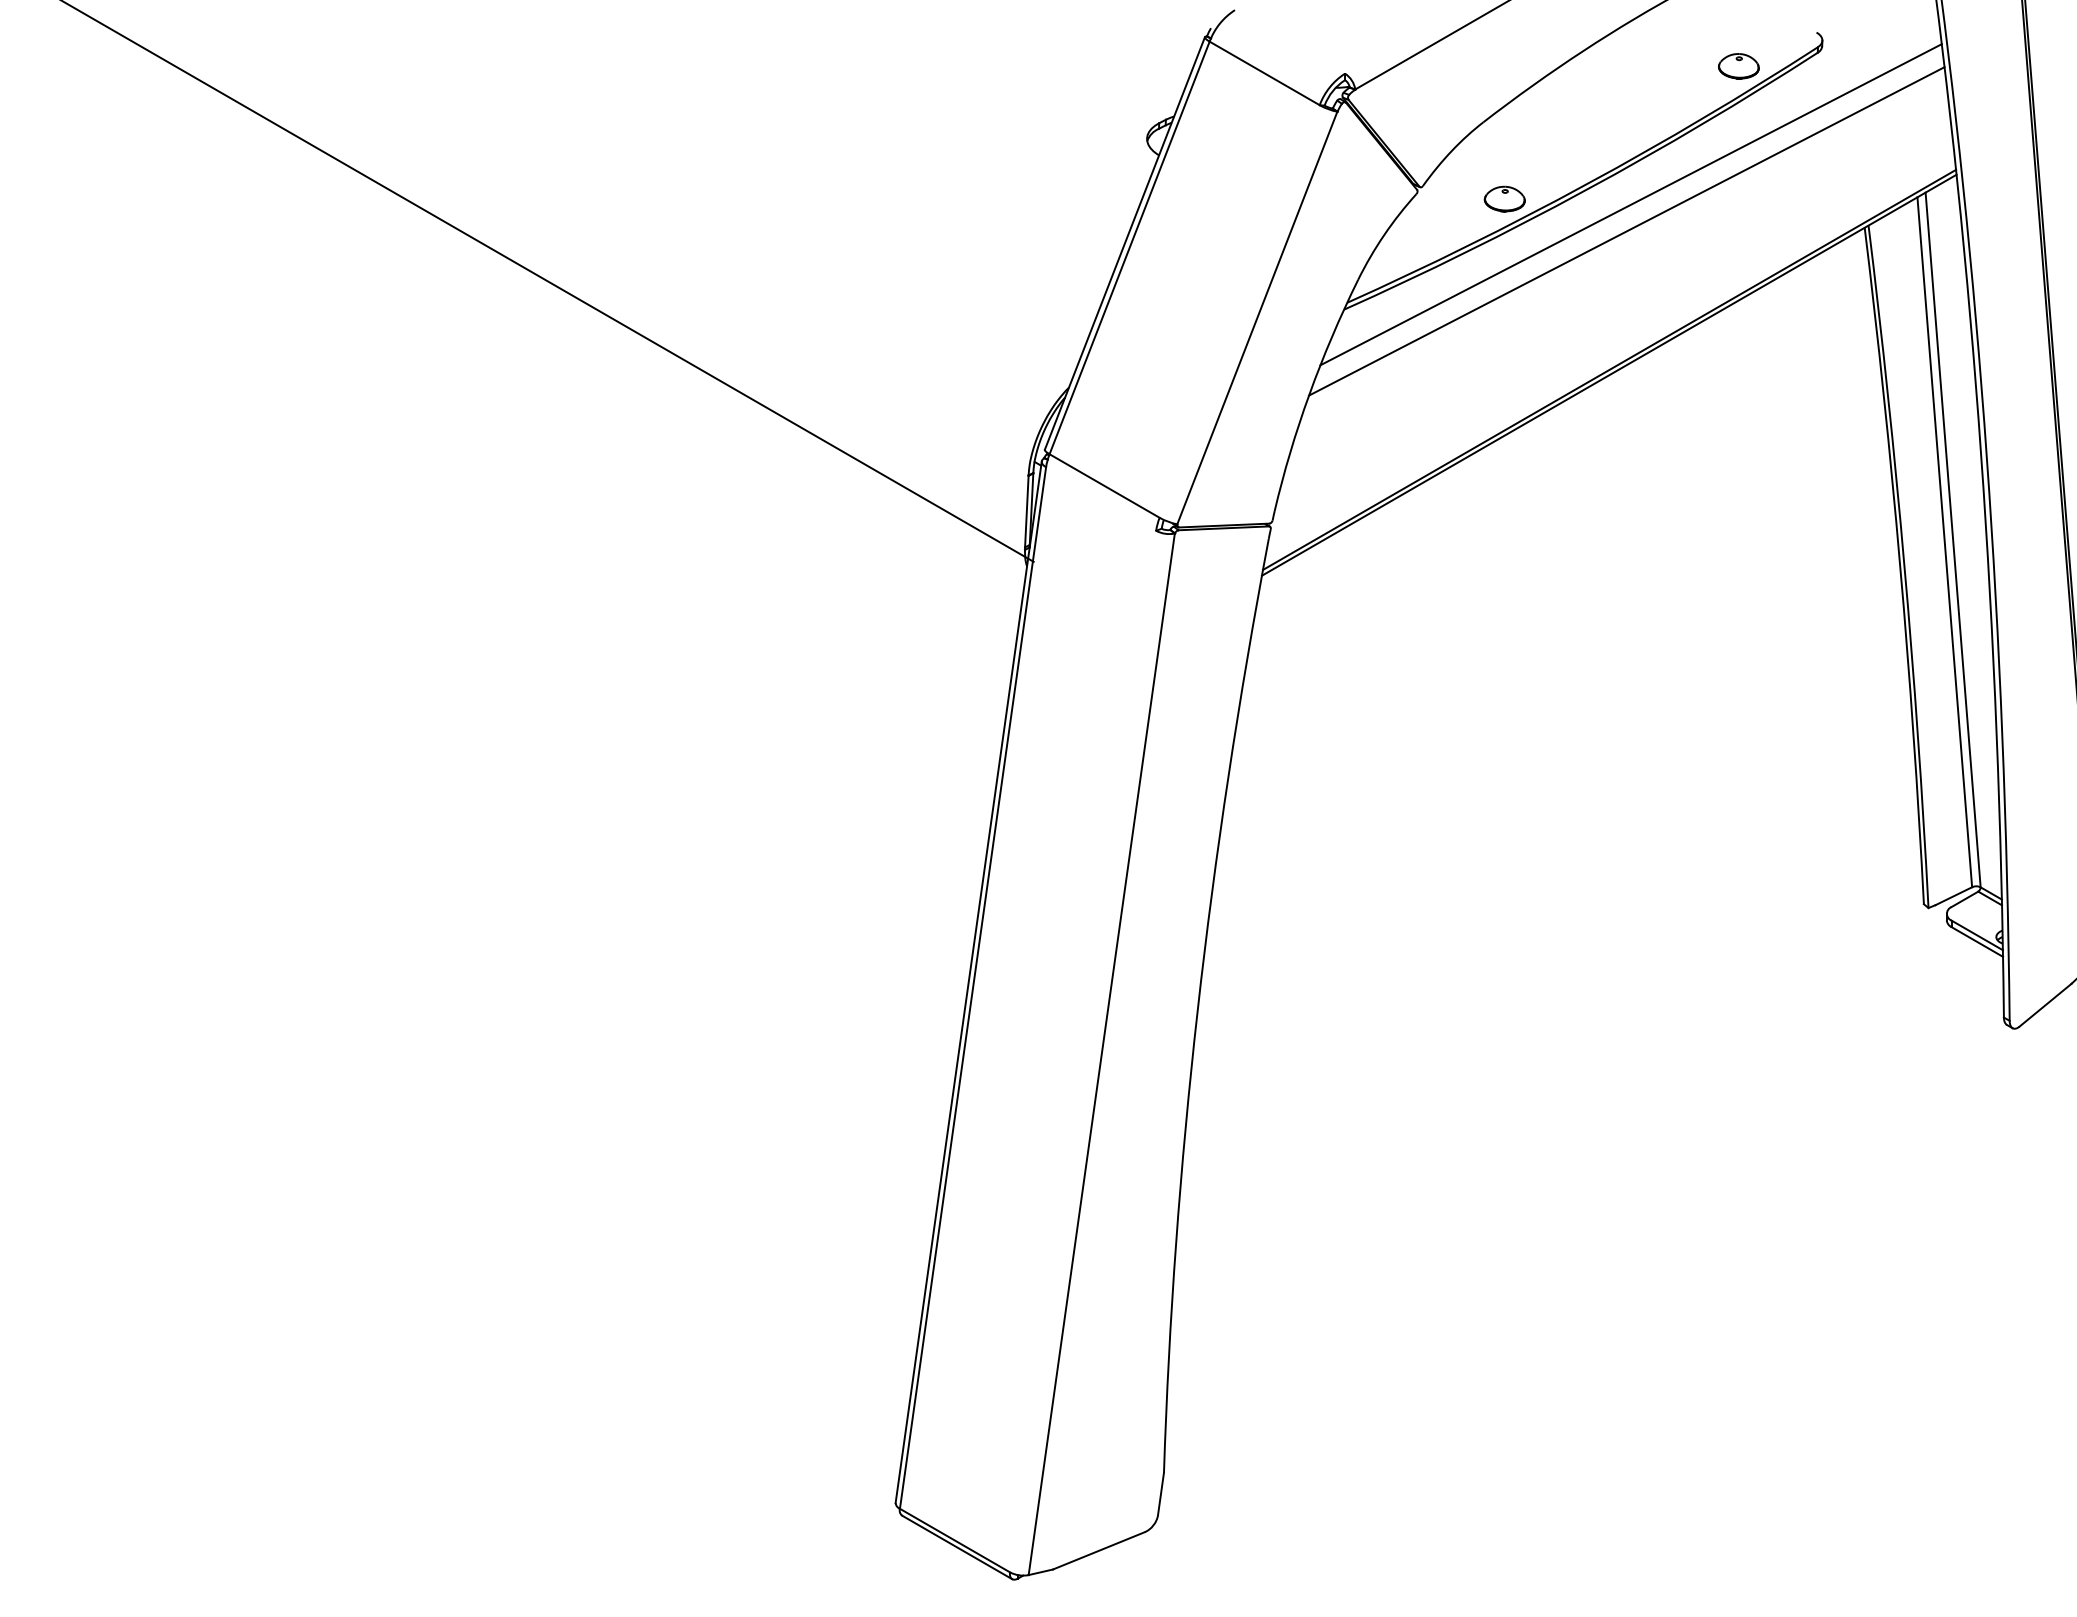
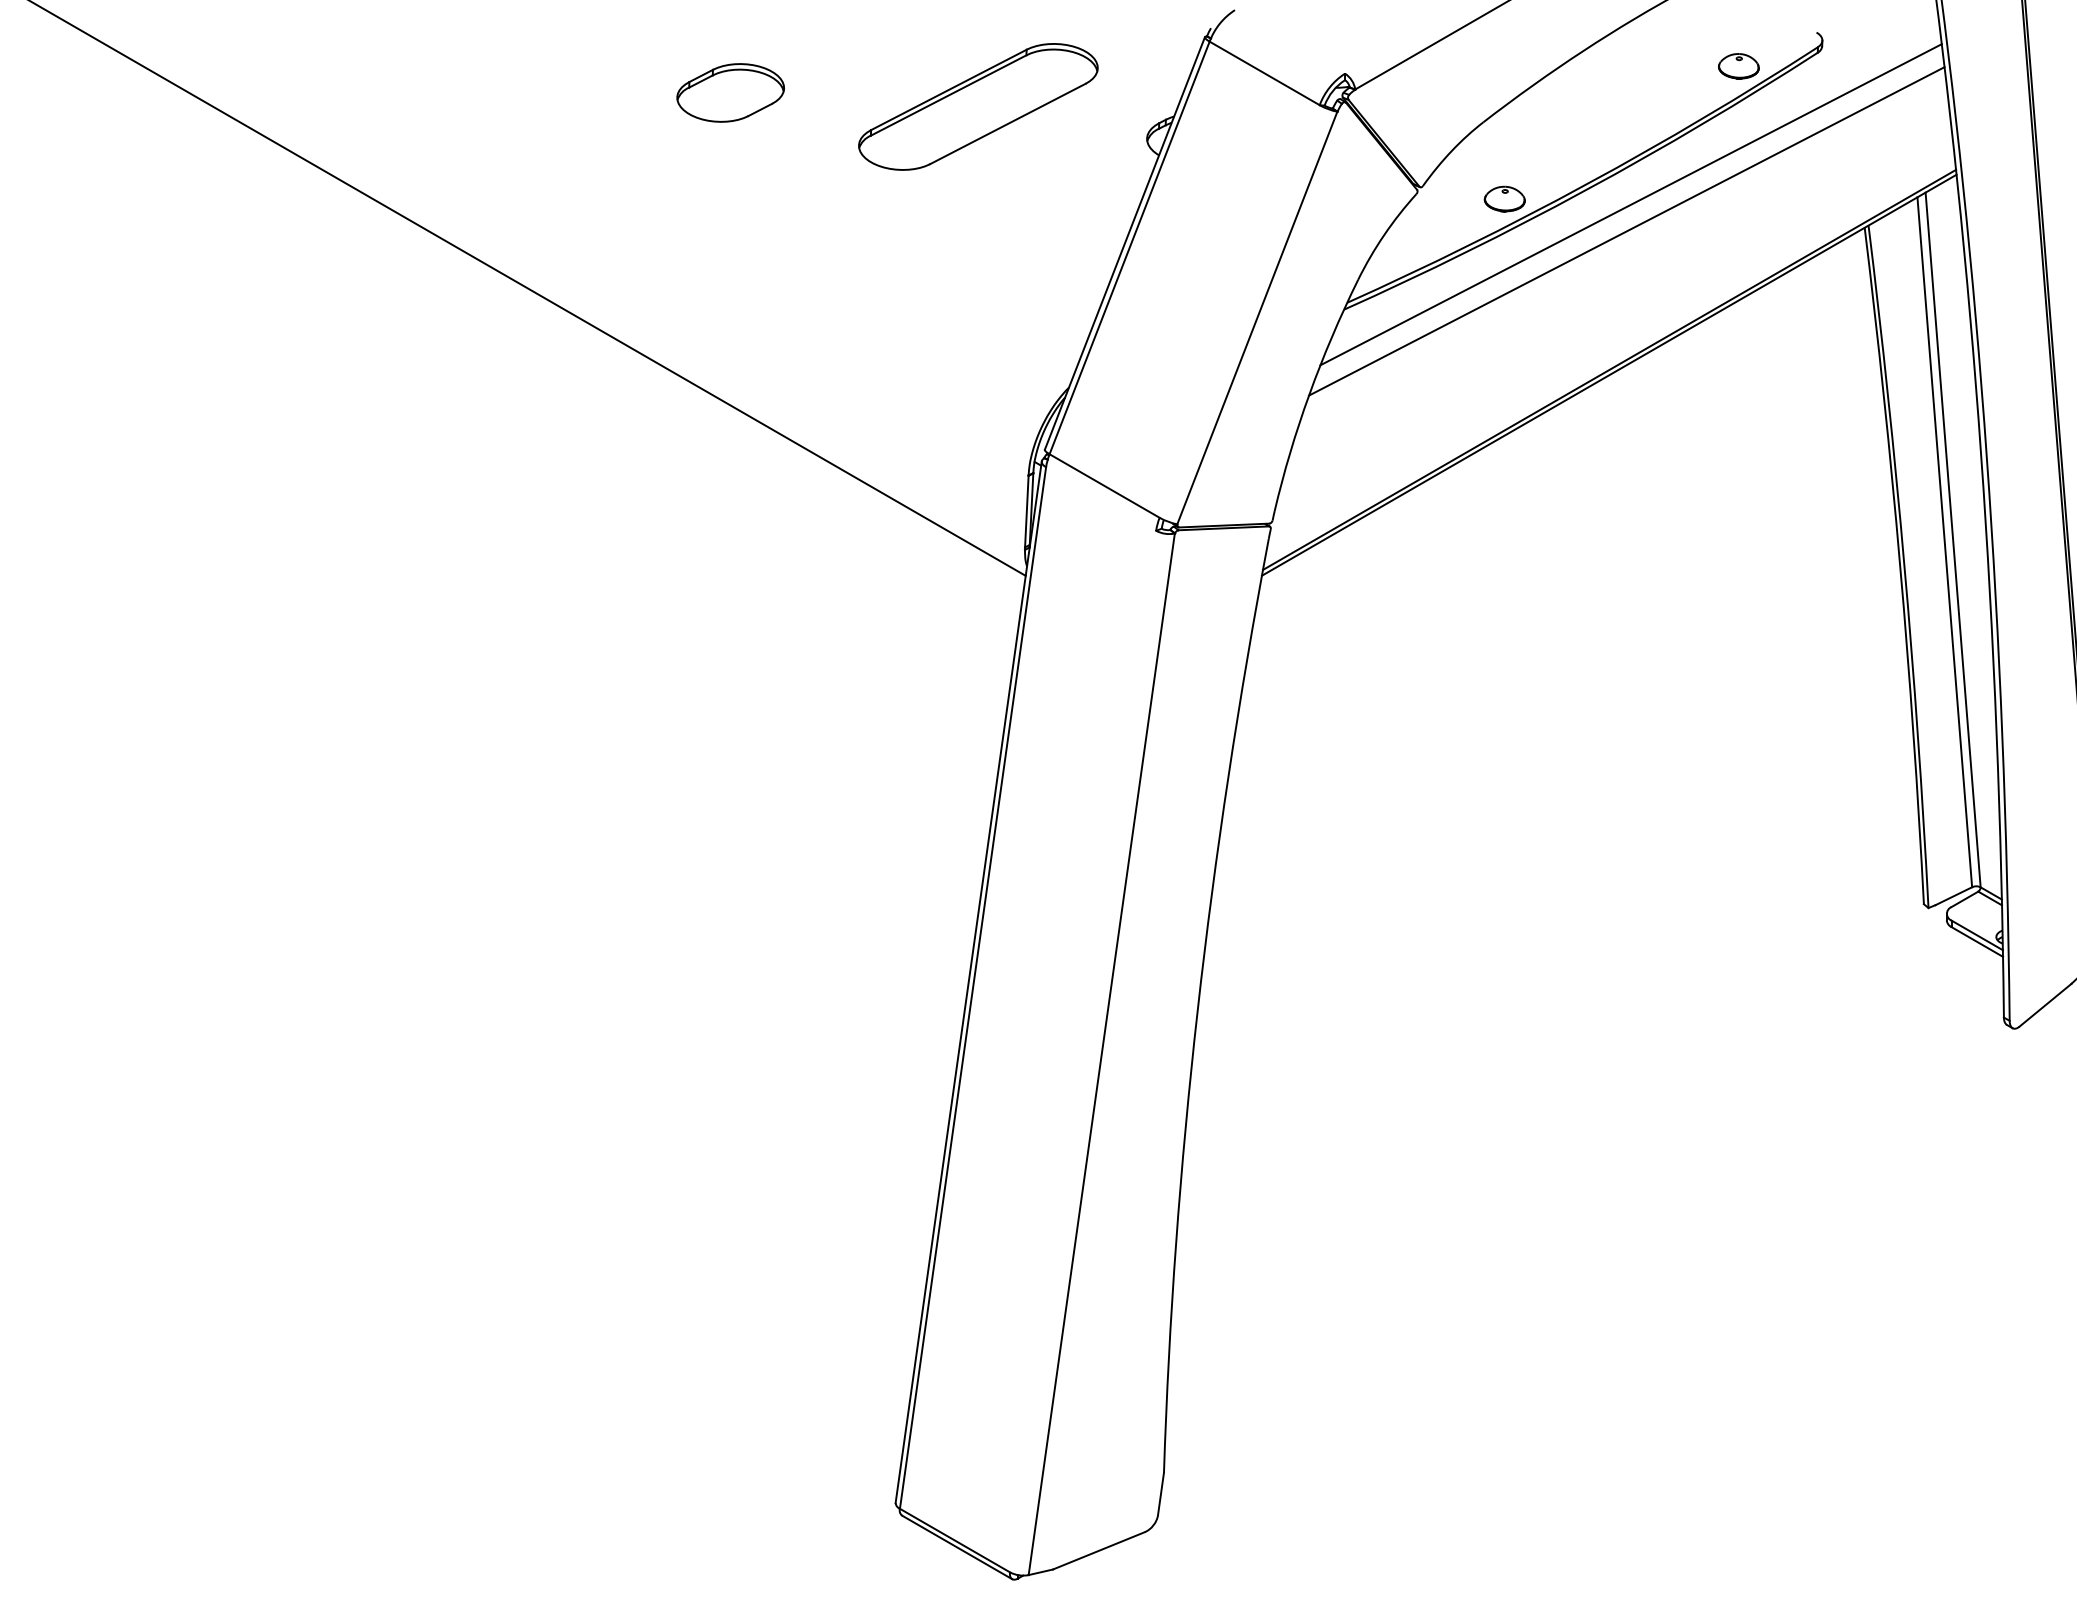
part at (730, 92): none -> present
part at (978, 106): none -> present
line at (548, 281) position: (548, 281) -> (528, 288)
